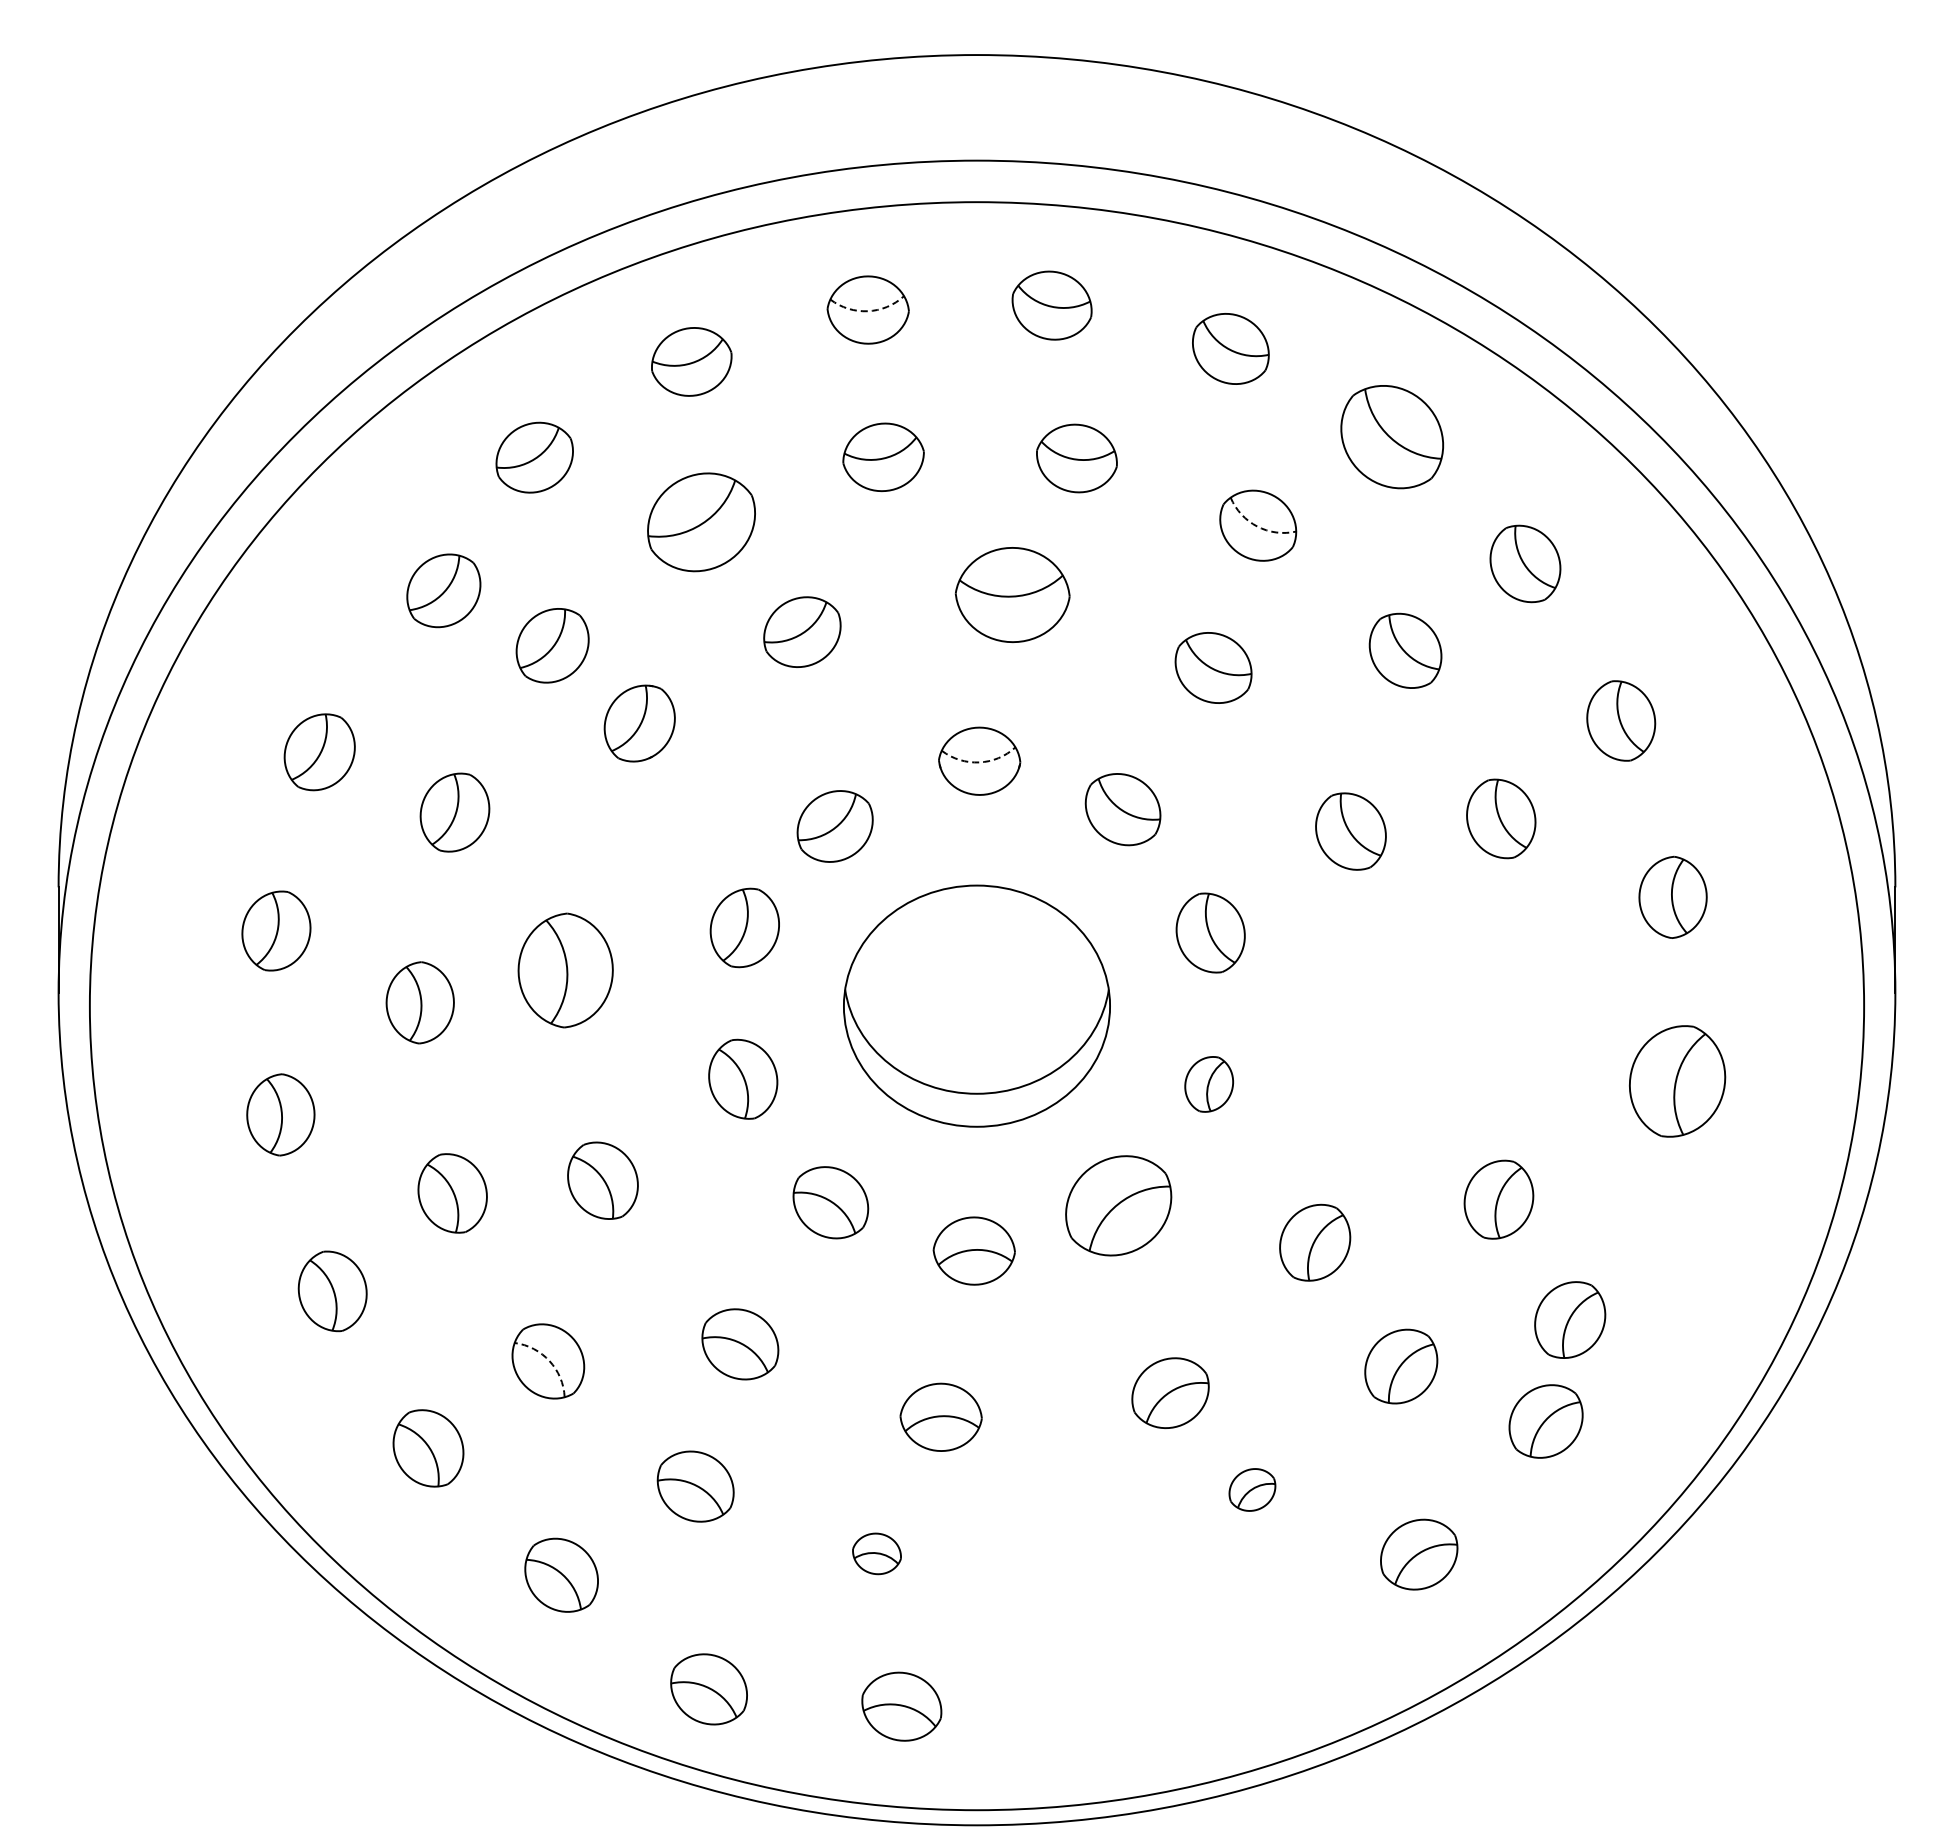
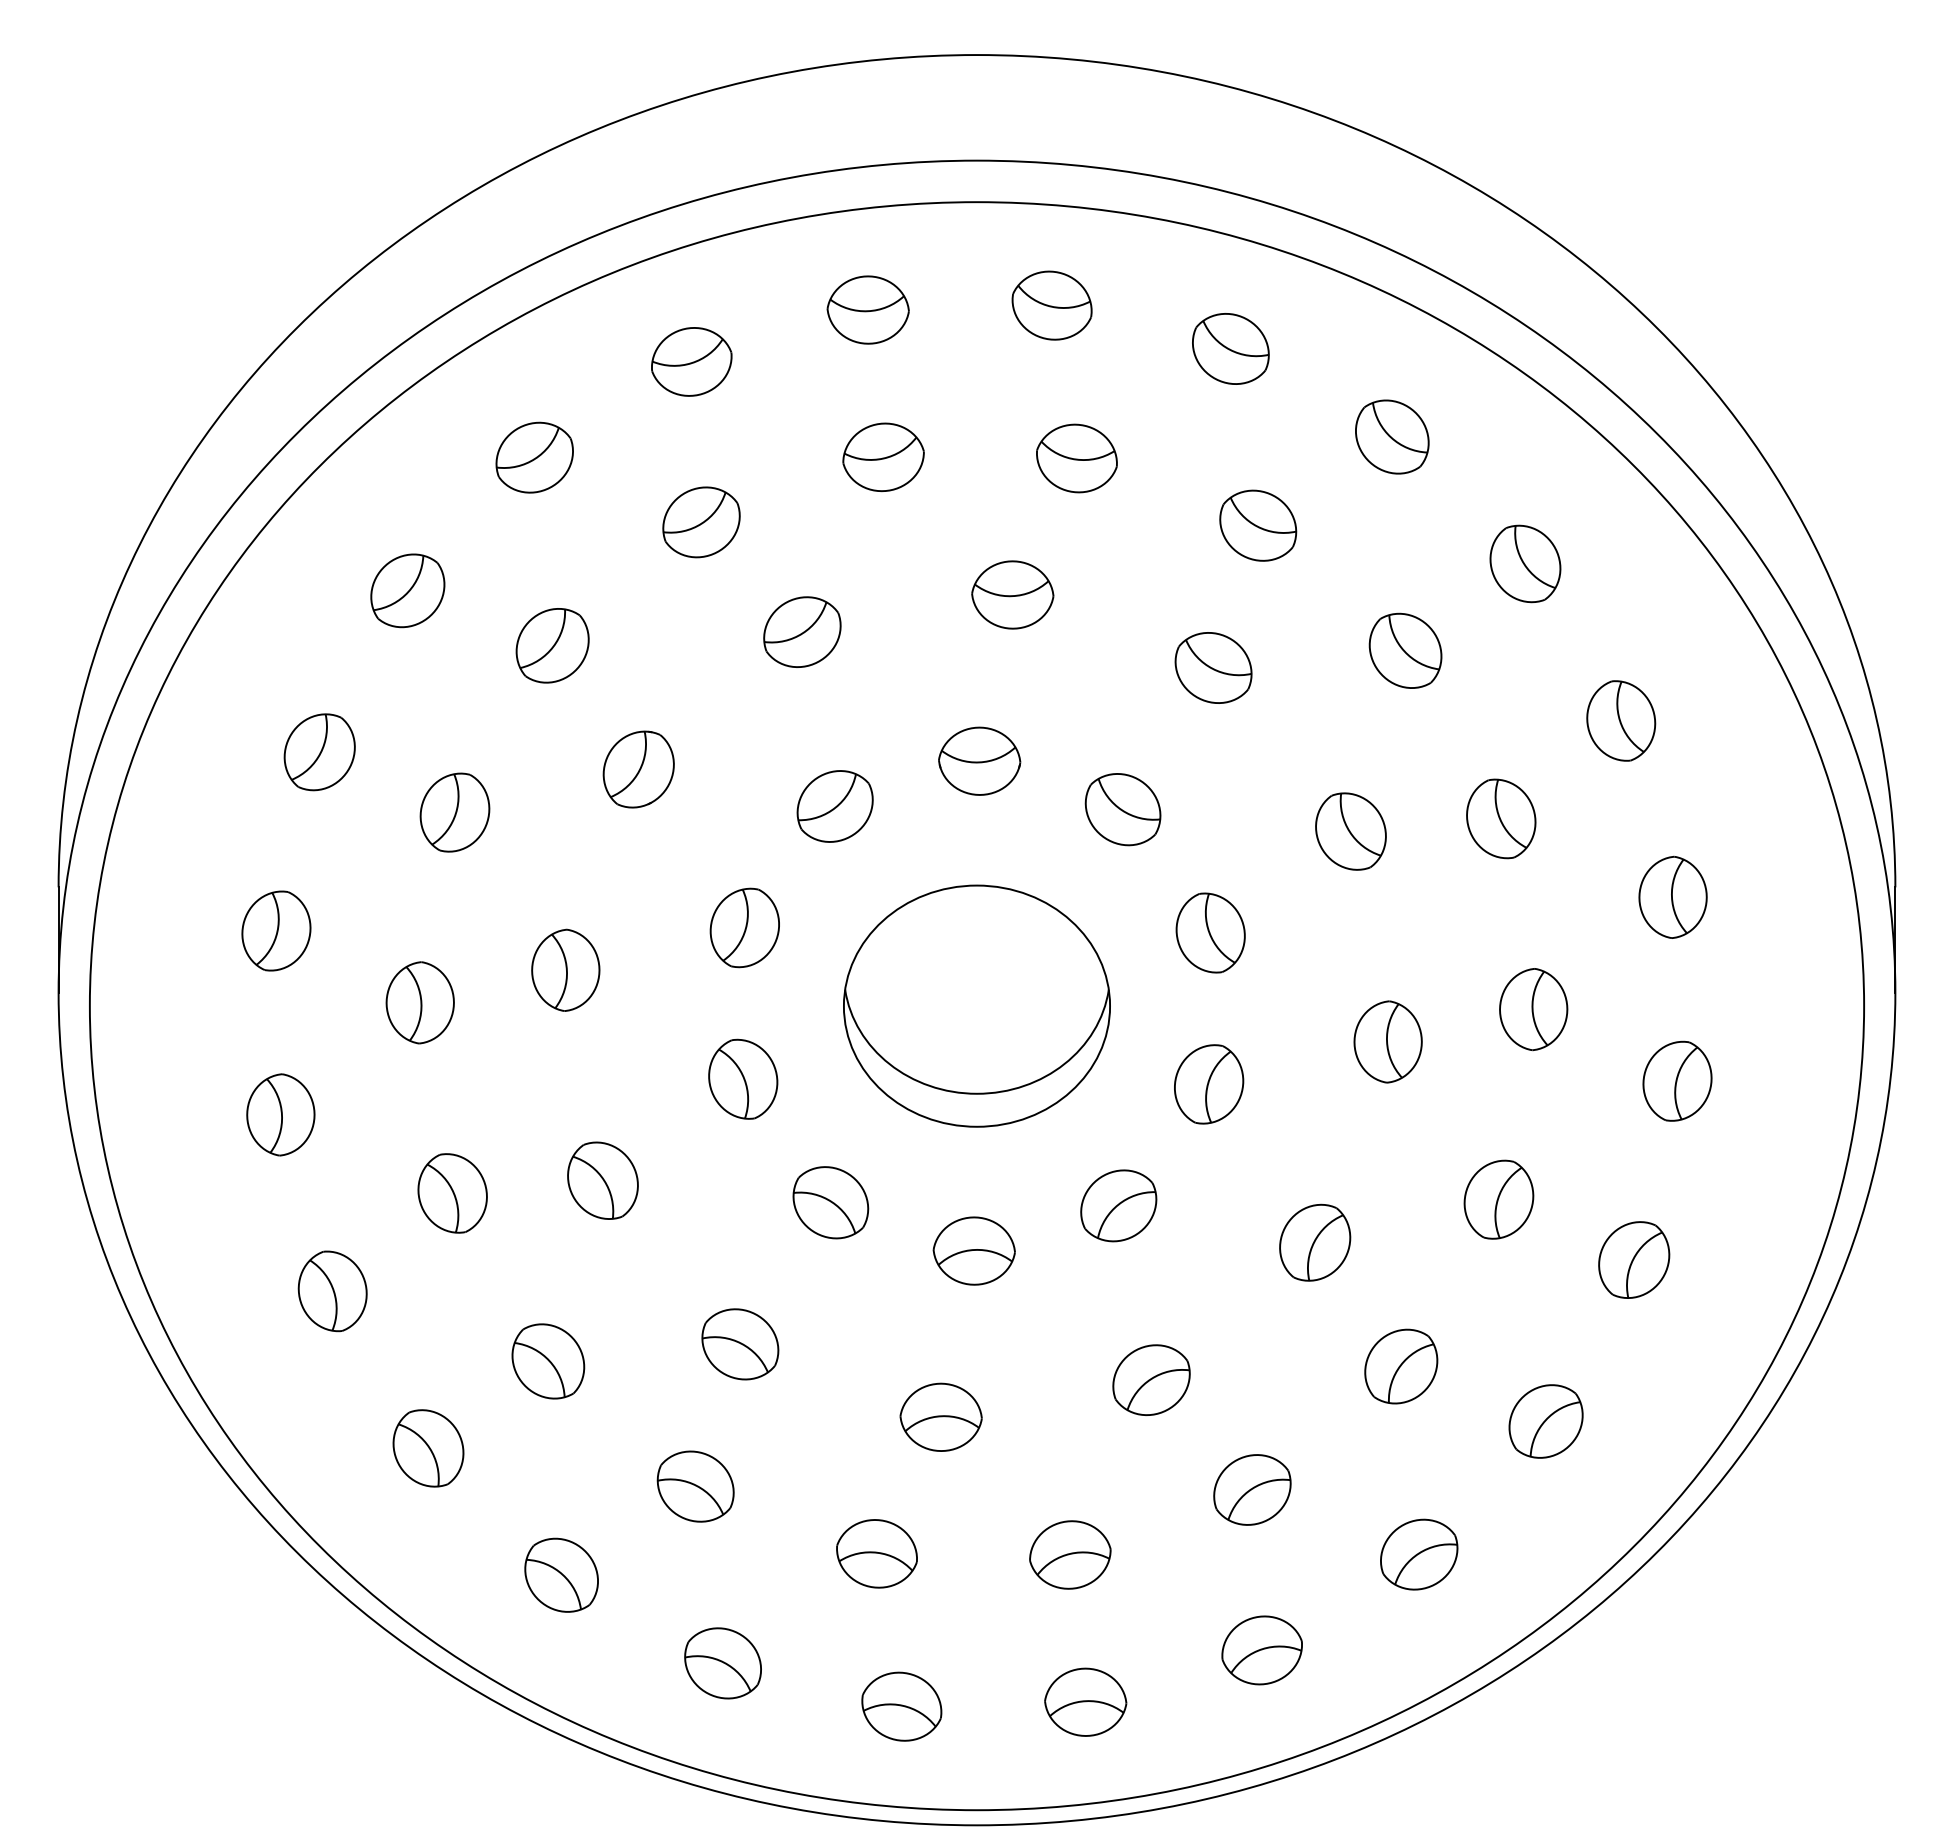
arc at (867, 311): dashed -> solid
part at (1391, 437) size: 104x105 px -> 75x76 px
part at (701, 522) size: 109x101 px -> 79x73 px
arc at (1257, 526): dashed -> solid
part at (443, 590) position: (443, 590) -> (407, 590)
part at (1012, 594) size: 117x96 px -> 84x70 px
part at (639, 723) position: (639, 723) -> (638, 769)
arc at (979, 762): dashed -> solid
part at (834, 826) position: (834, 826) -> (834, 806)
part at (565, 970) size: 97x117 px -> 70x84 px
part at (1533, 1009): none -> present
part at (1387, 1041): none -> present
part at (1677, 1081) size: 98x113 px -> 71x82 px
part at (1208, 1084) size: 50x57 px -> 71x81 px
part at (1118, 1205) size: 108x102 px -> 78x74 px
part at (1570, 1319) position: (1570, 1319) -> (1634, 1259)
arc at (549, 1361): dashed -> solid
part at (1170, 1392) position: (1170, 1392) -> (1151, 1379)
part at (1252, 1489) size: 49x44 px -> 79x72 px
part at (876, 1553) size: 50x44 px -> 82x70 px
part at (1070, 1554): none -> present
part at (1261, 1650): none -> present
part at (708, 1689) position: (708, 1689) -> (722, 1663)
part at (1085, 1701): none -> present
